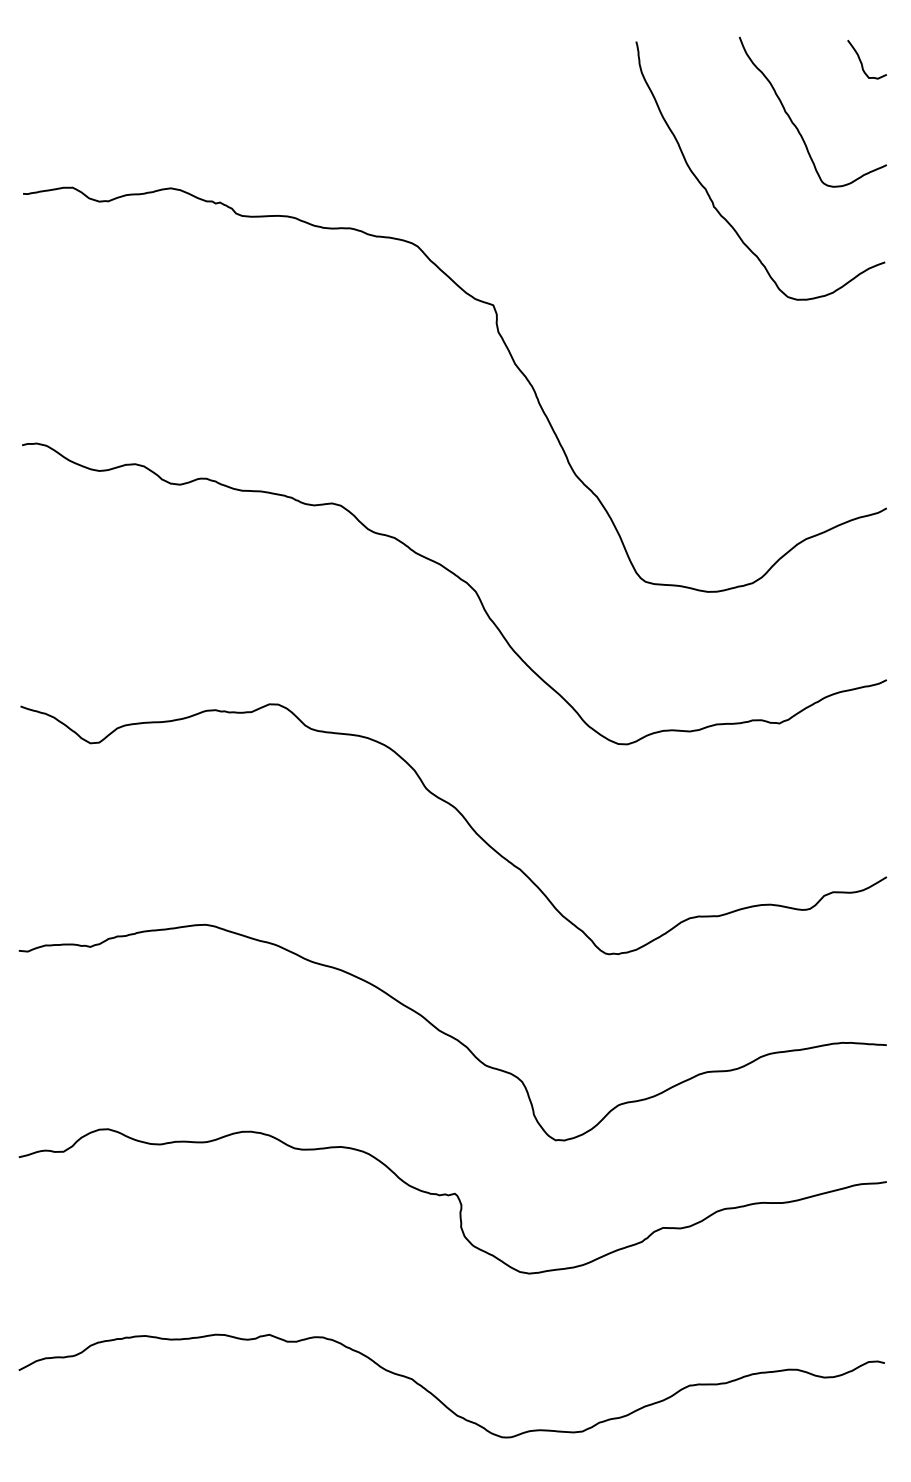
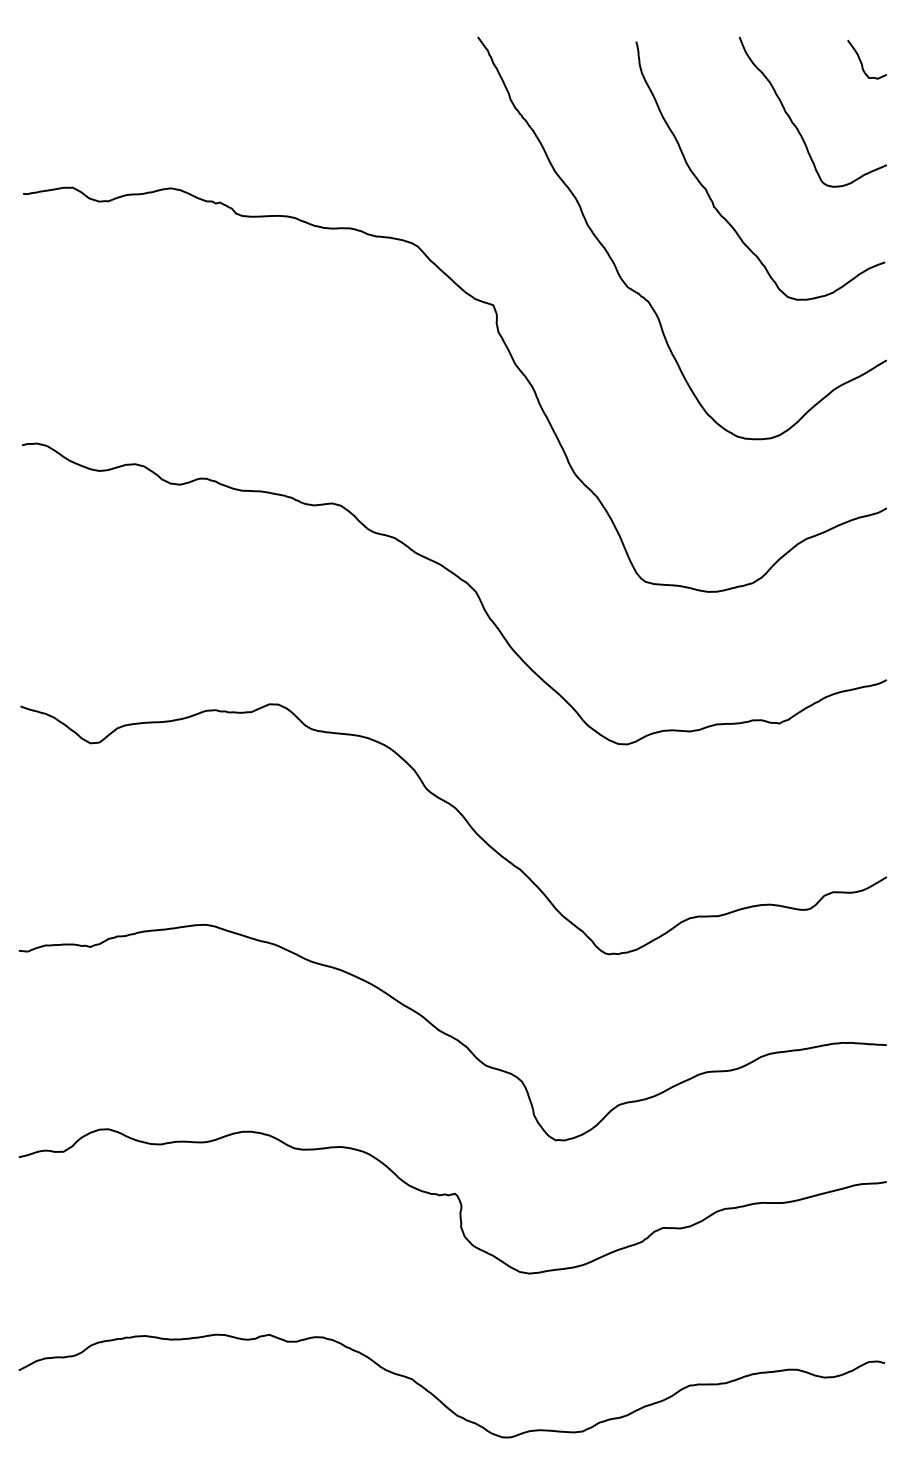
curve at (638, 292): none -> present
